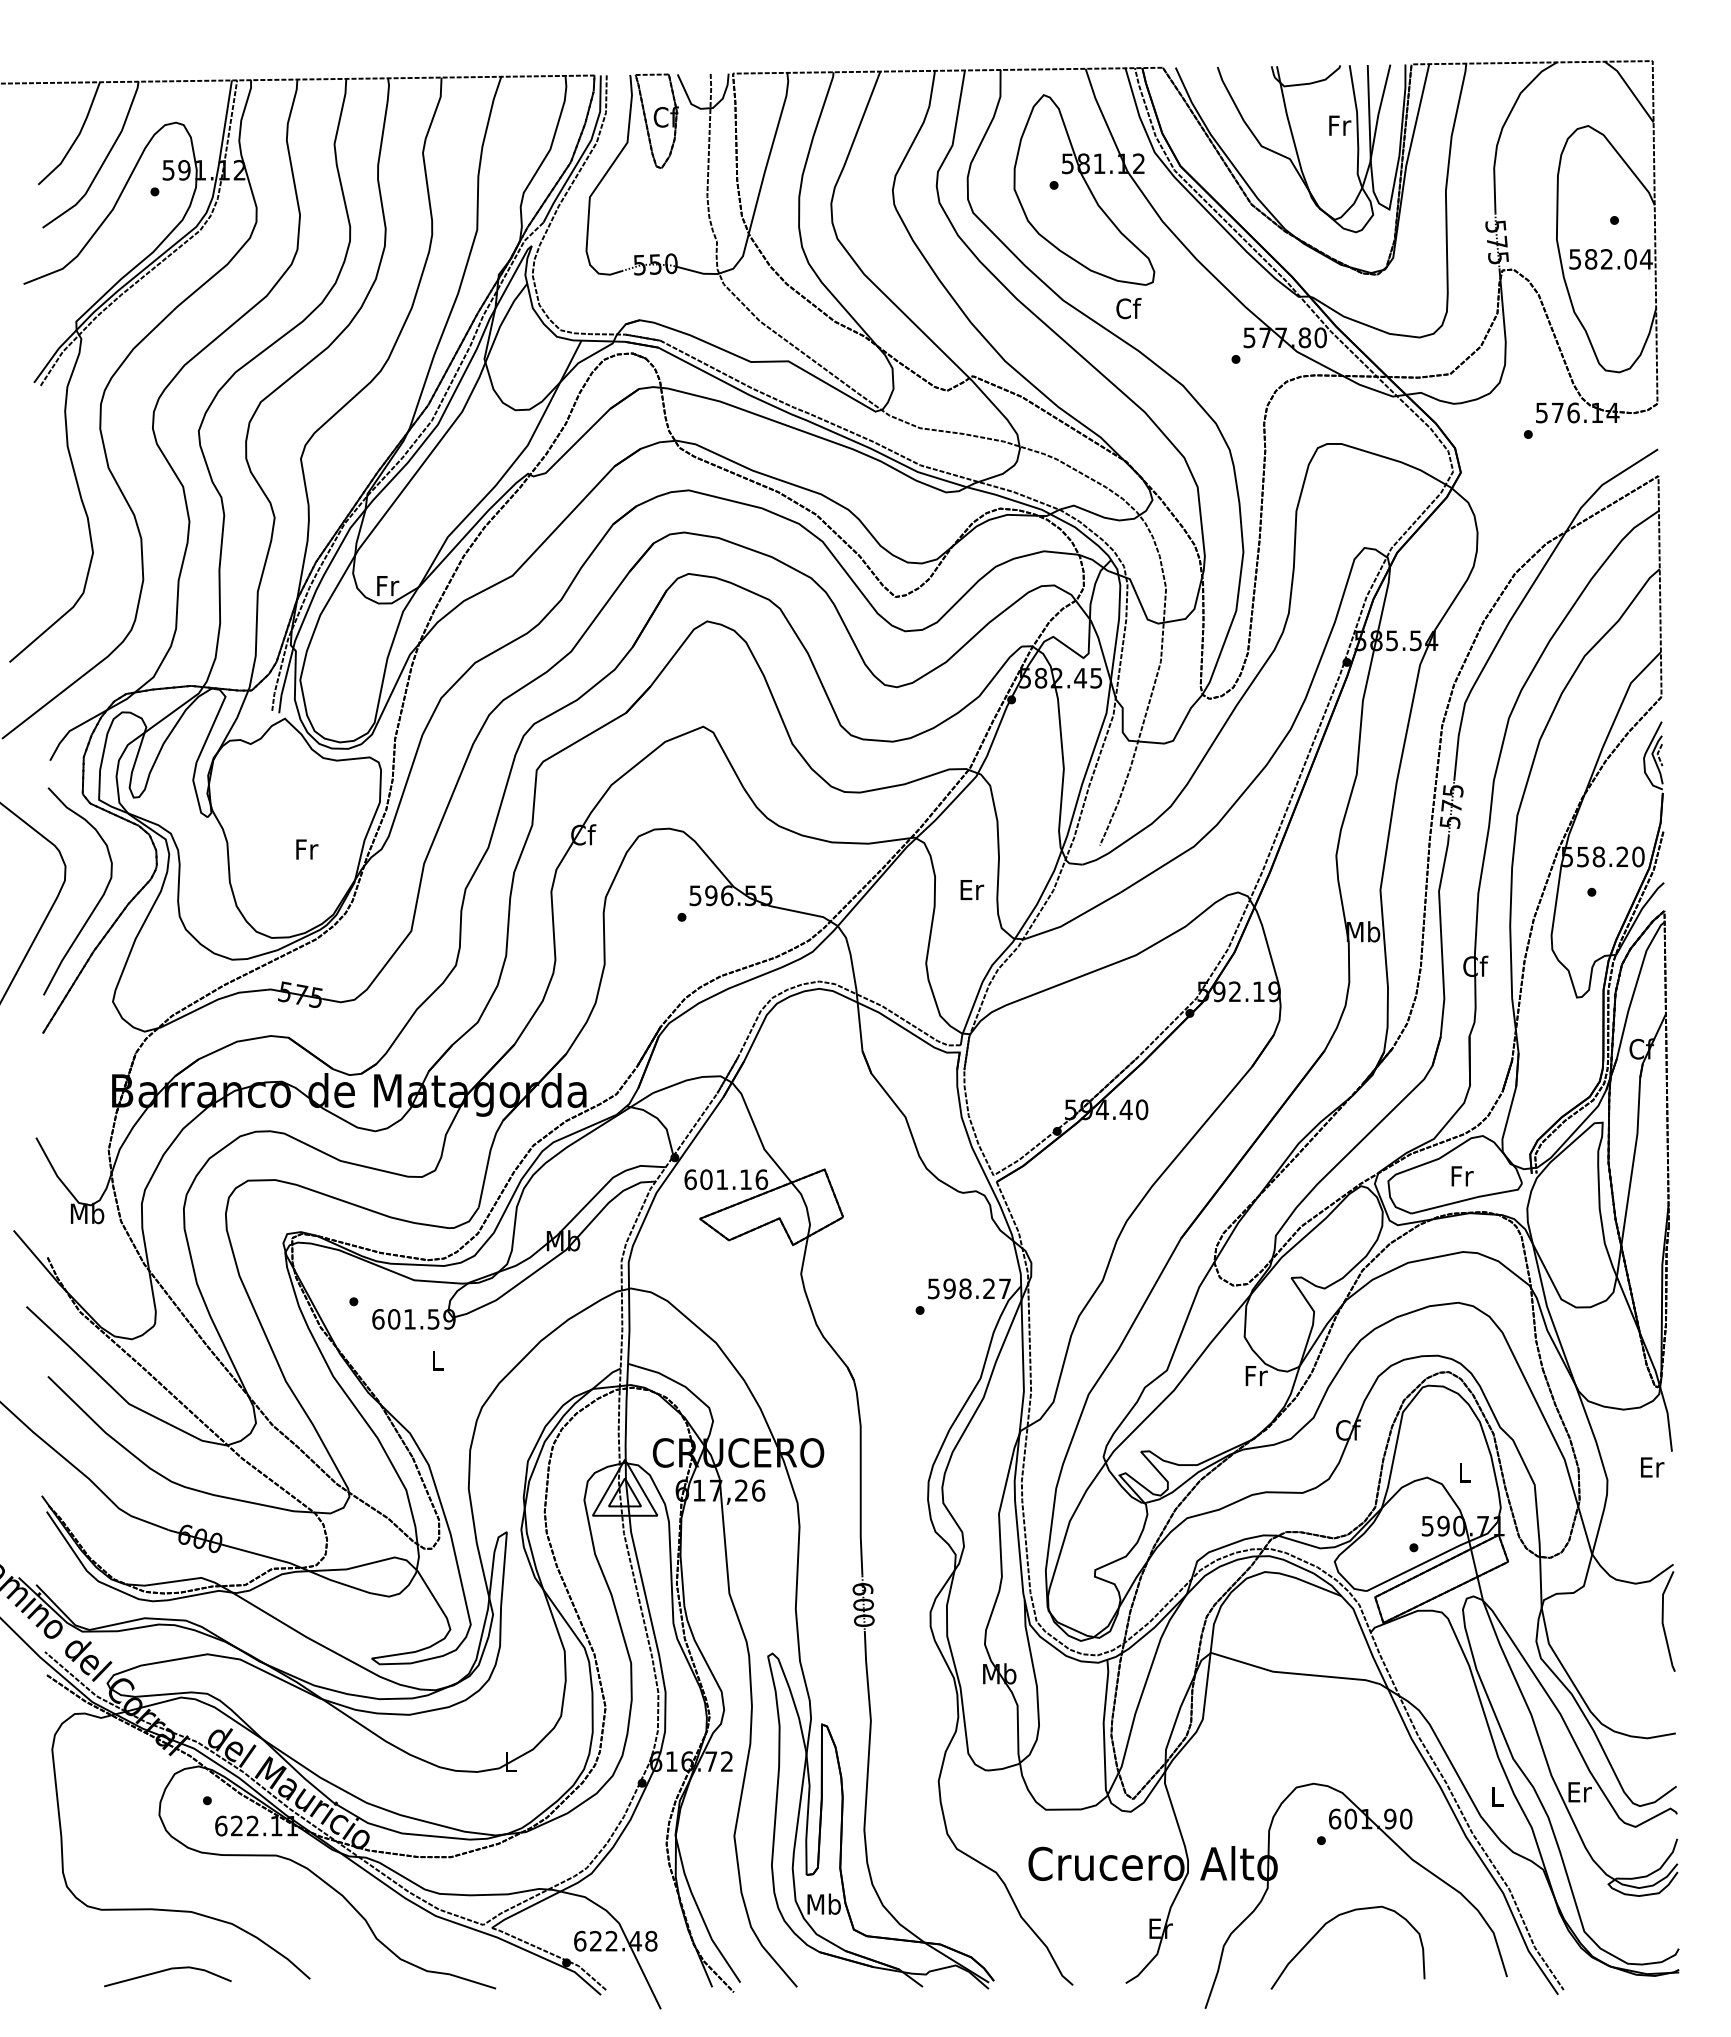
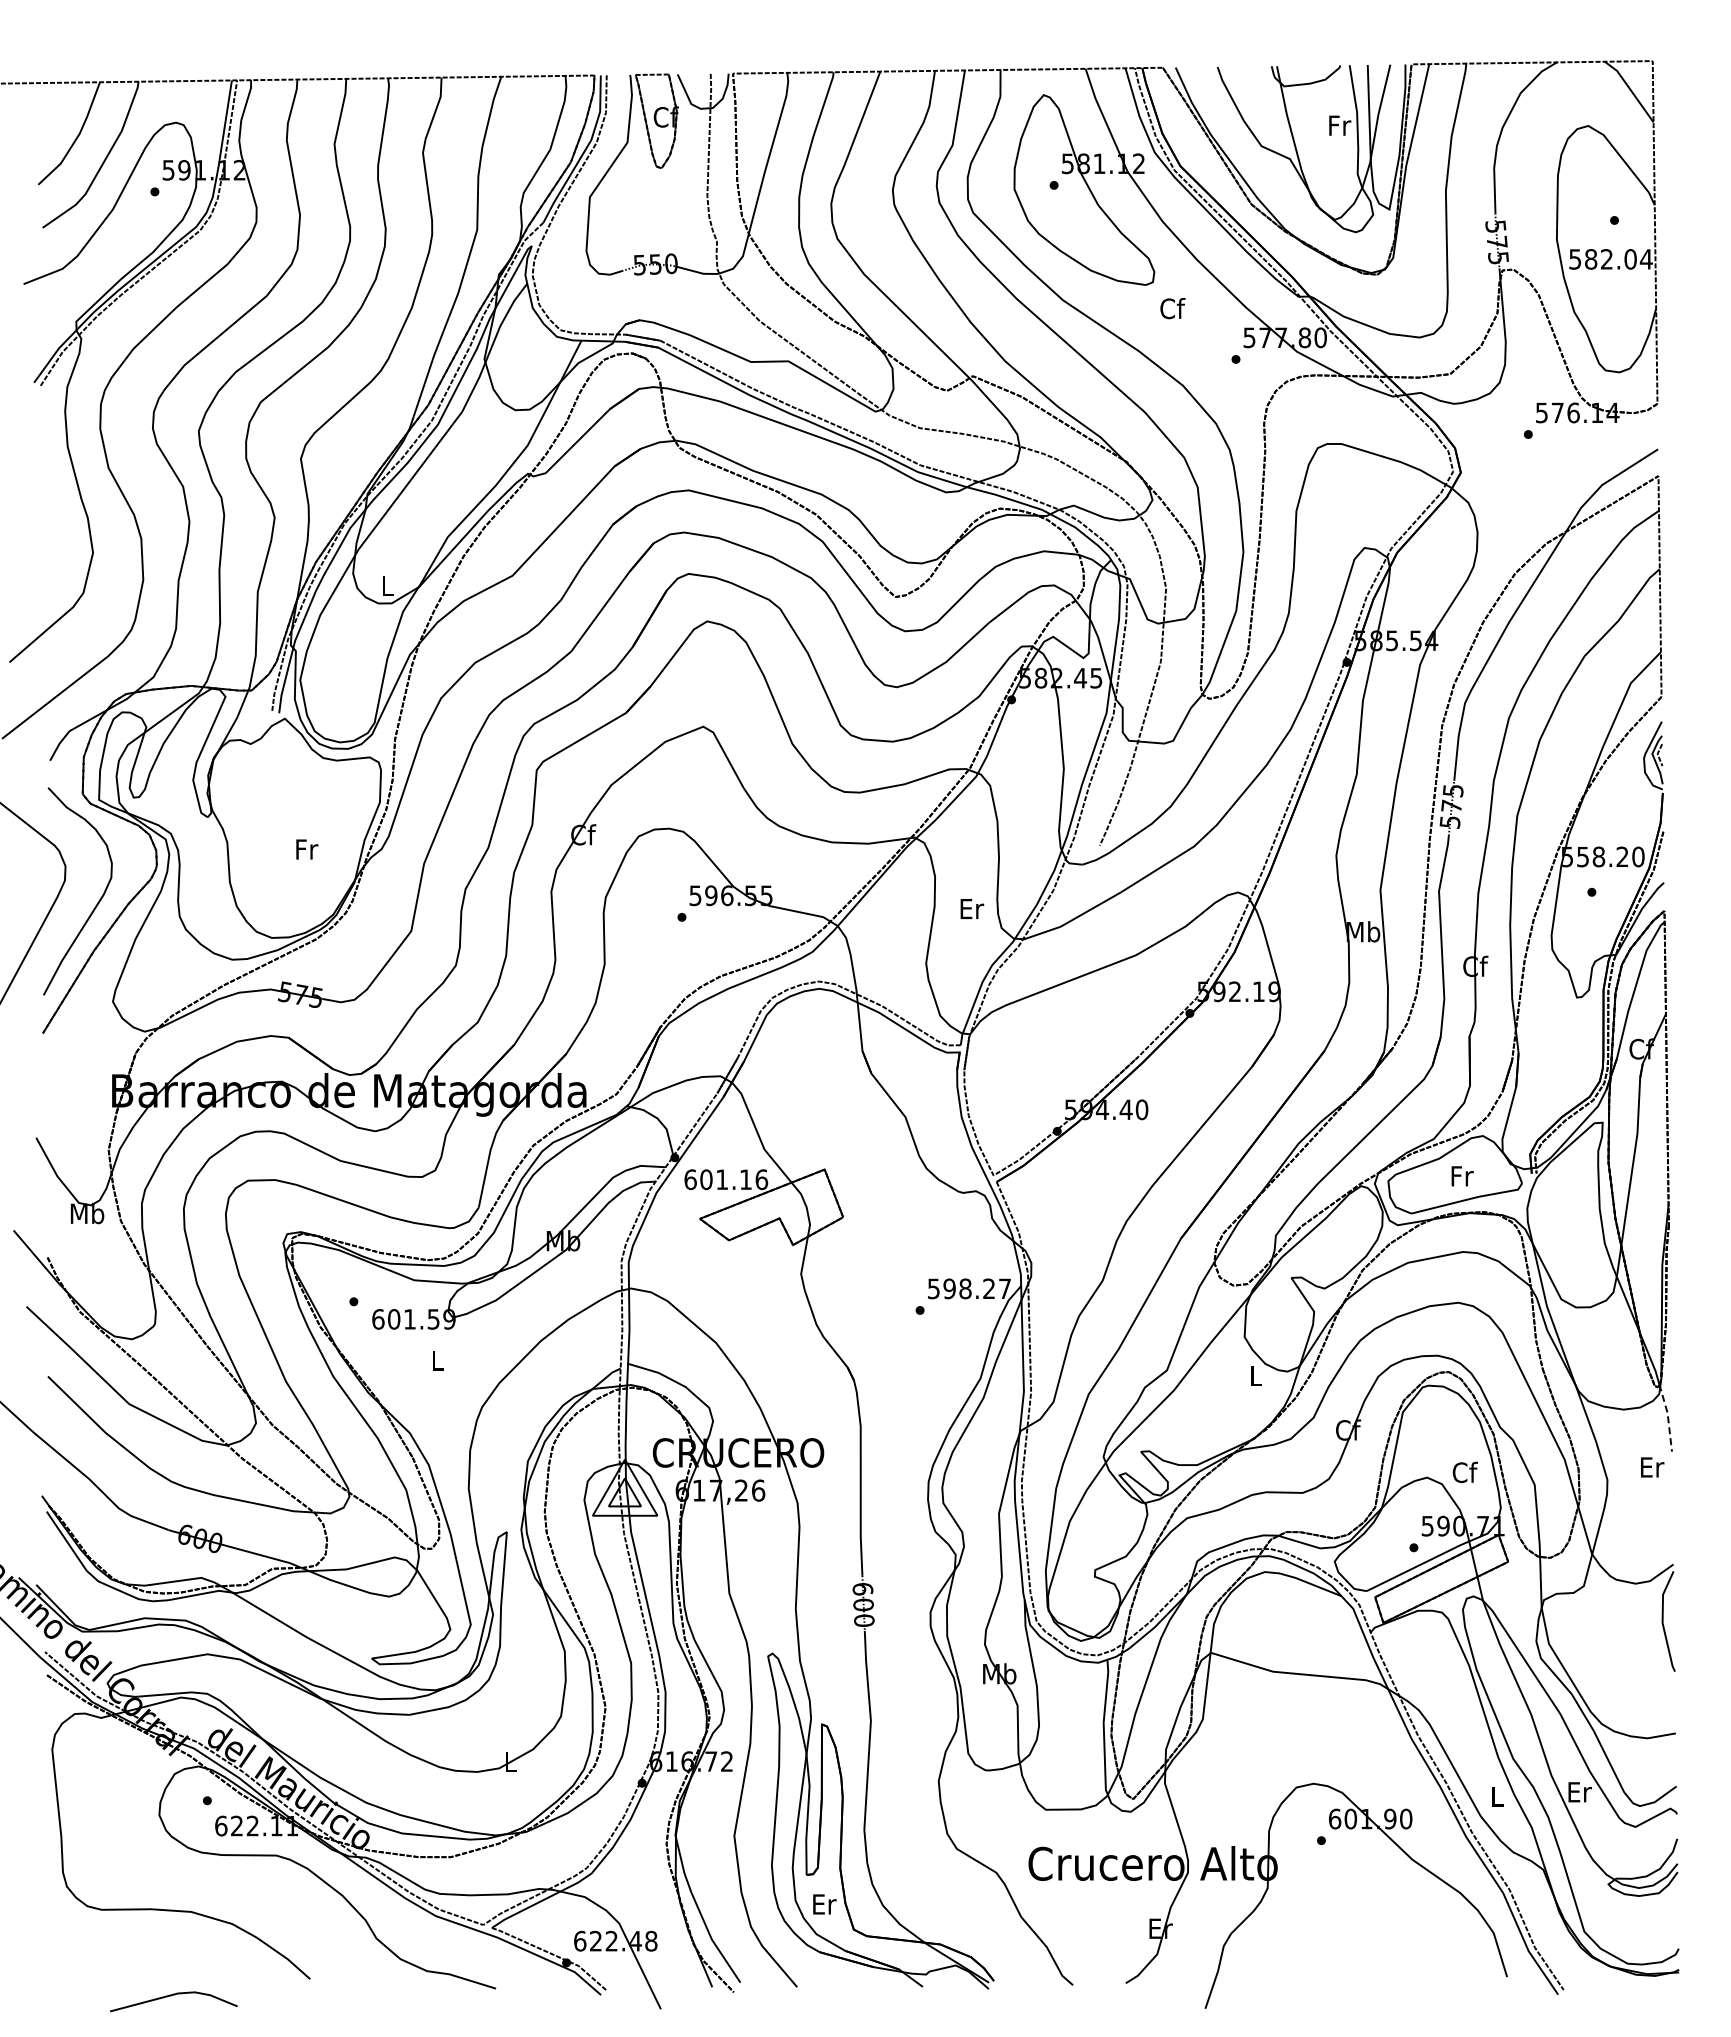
text at (1128, 308) position: (1128, 308) -> (1172, 308)
text at (388, 586): Fr -> L
text at (972, 889) position: (972, 889) -> (972, 908)
text at (1256, 1375): Fr -> L
line at (1668, 1417): solid -> dashed
text at (1464, 1472): L -> Cf
text at (823, 1903): Mb -> Er
curve at (1331, 1921): present -> none
line at (165, 1971) position: (165, 1971) -> (171, 1996)
